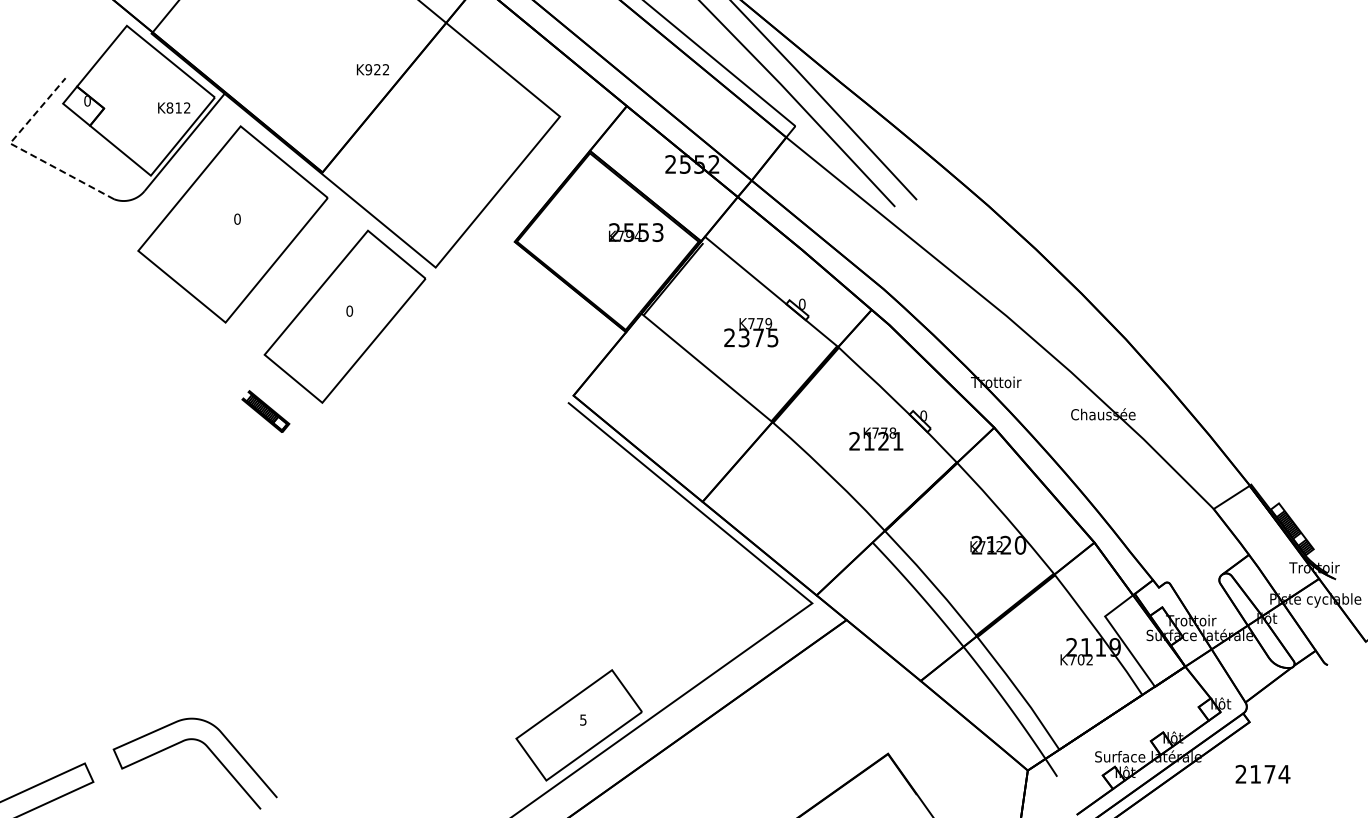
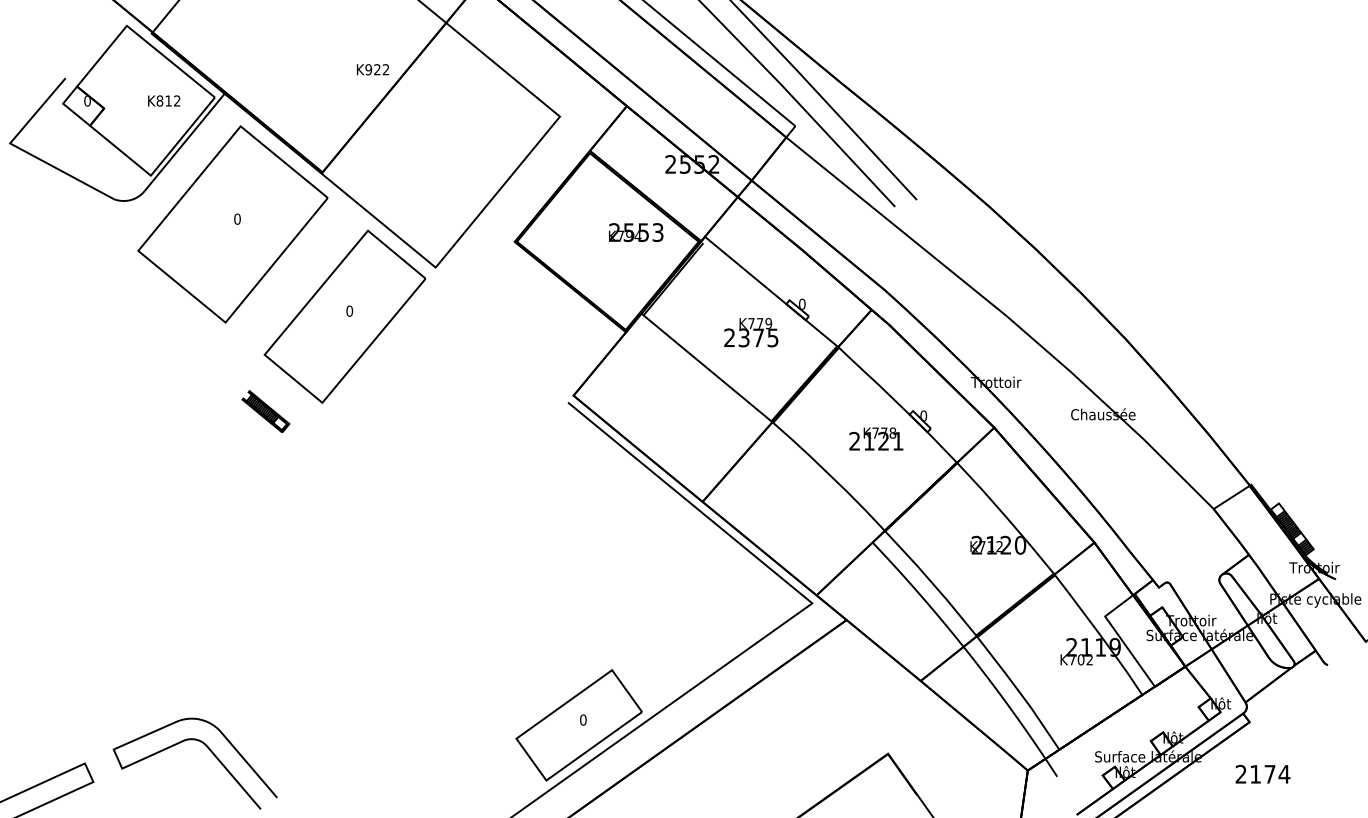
text at (174, 107) position: (174, 107) -> (164, 100)
line at (24, 150): dashed -> solid
text at (583, 719): 5 -> 0
